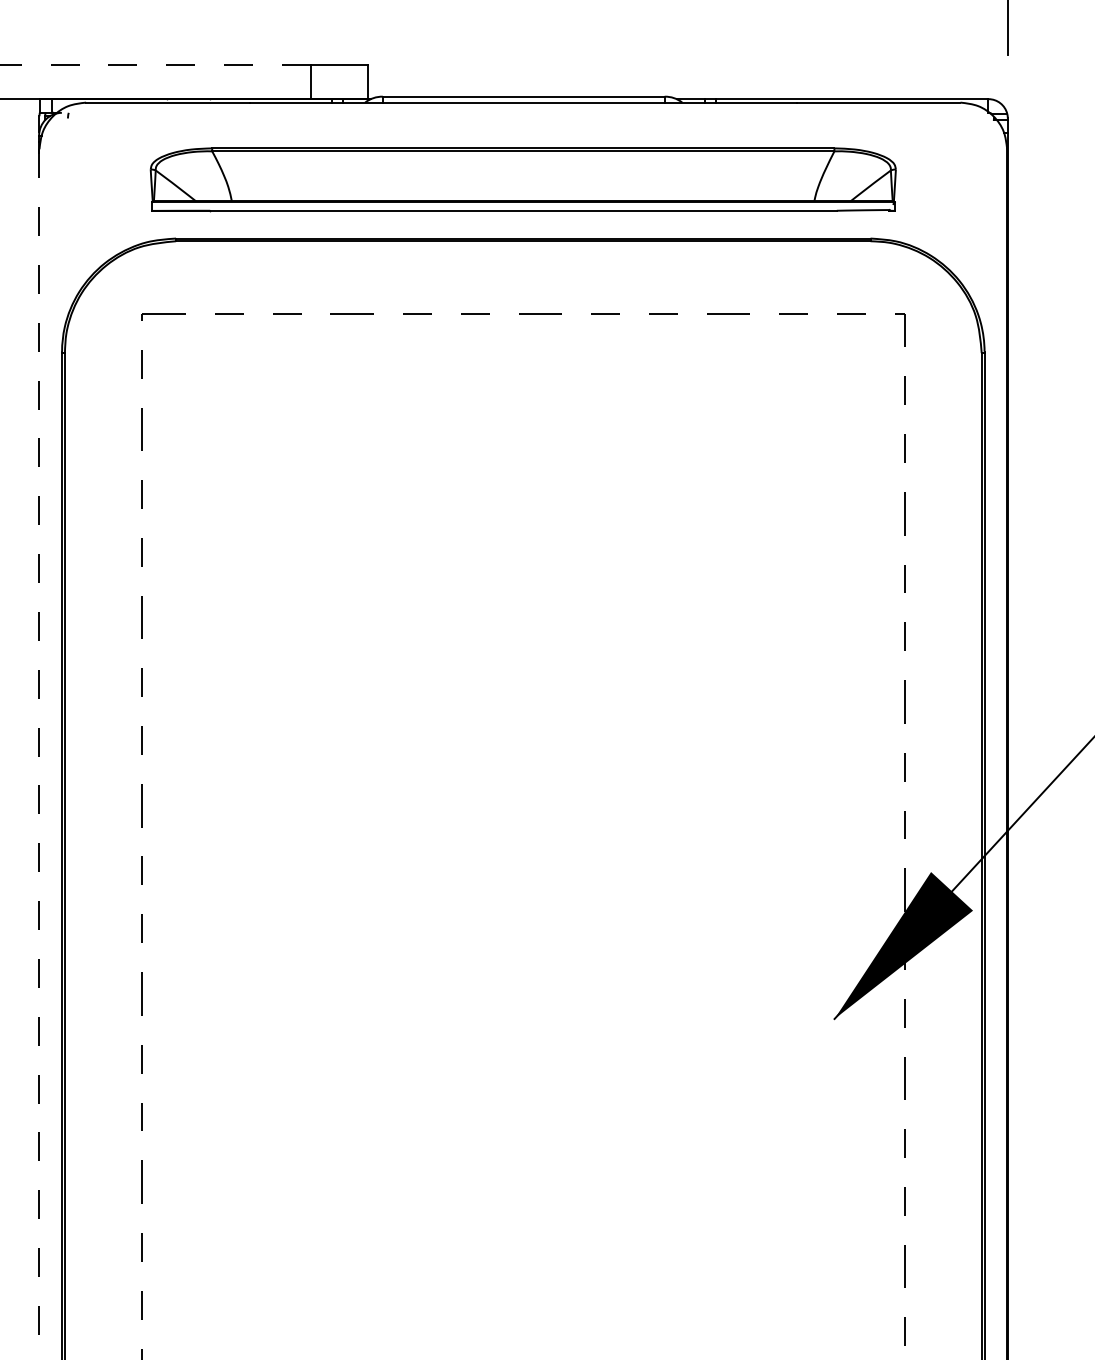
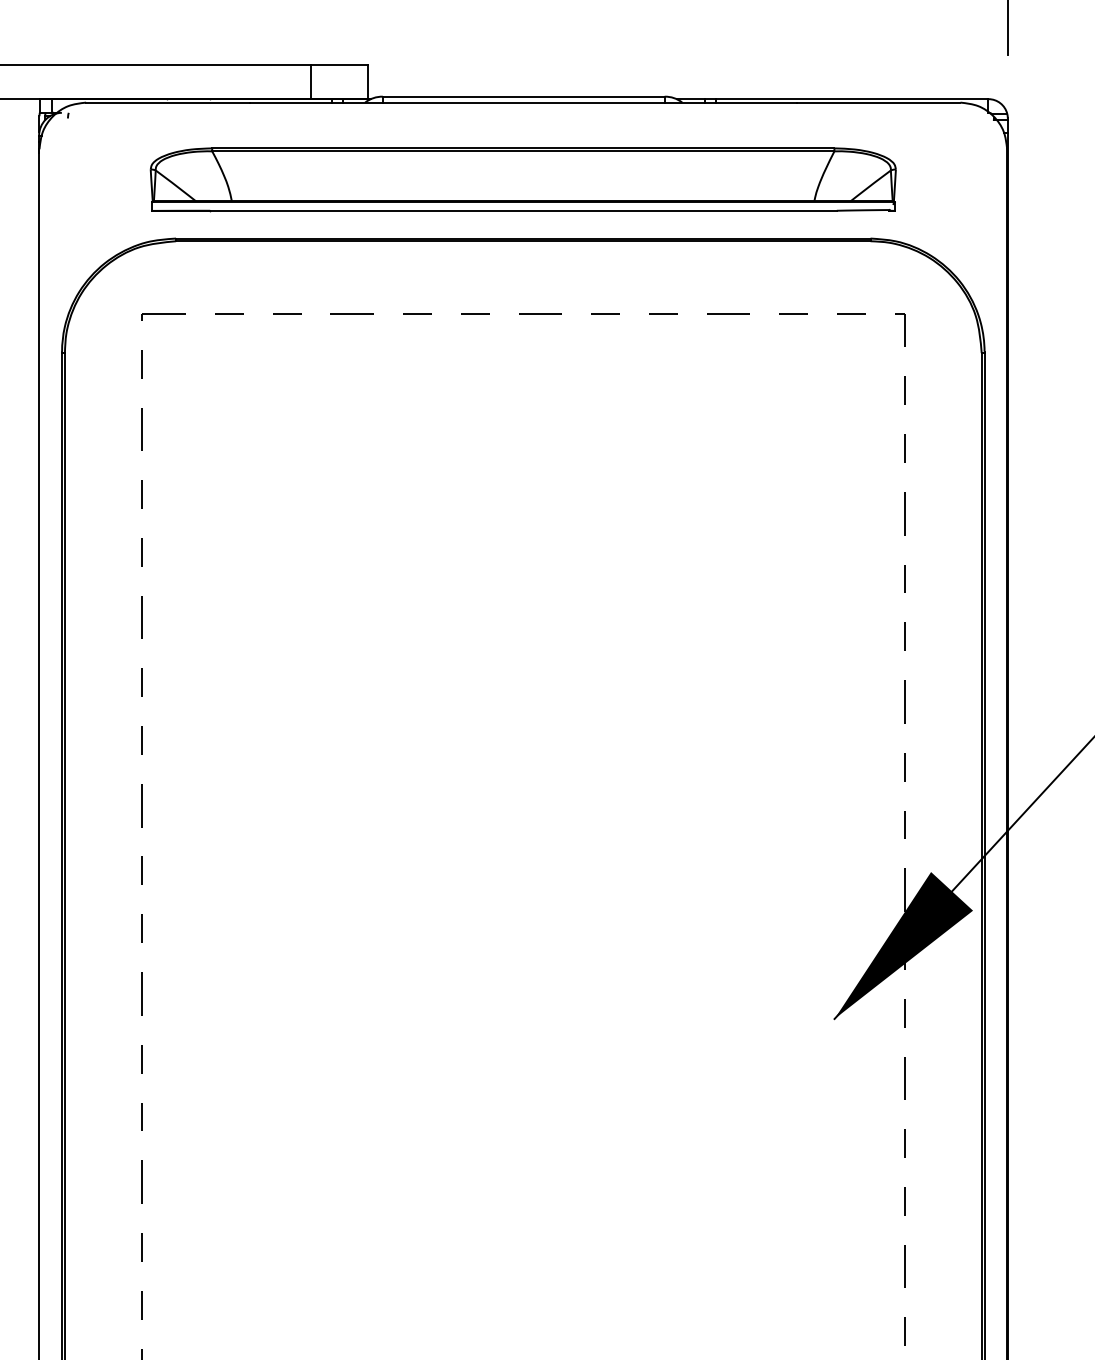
line at (155, 65): dashed -> solid
line at (39, 754): dashed -> solid
